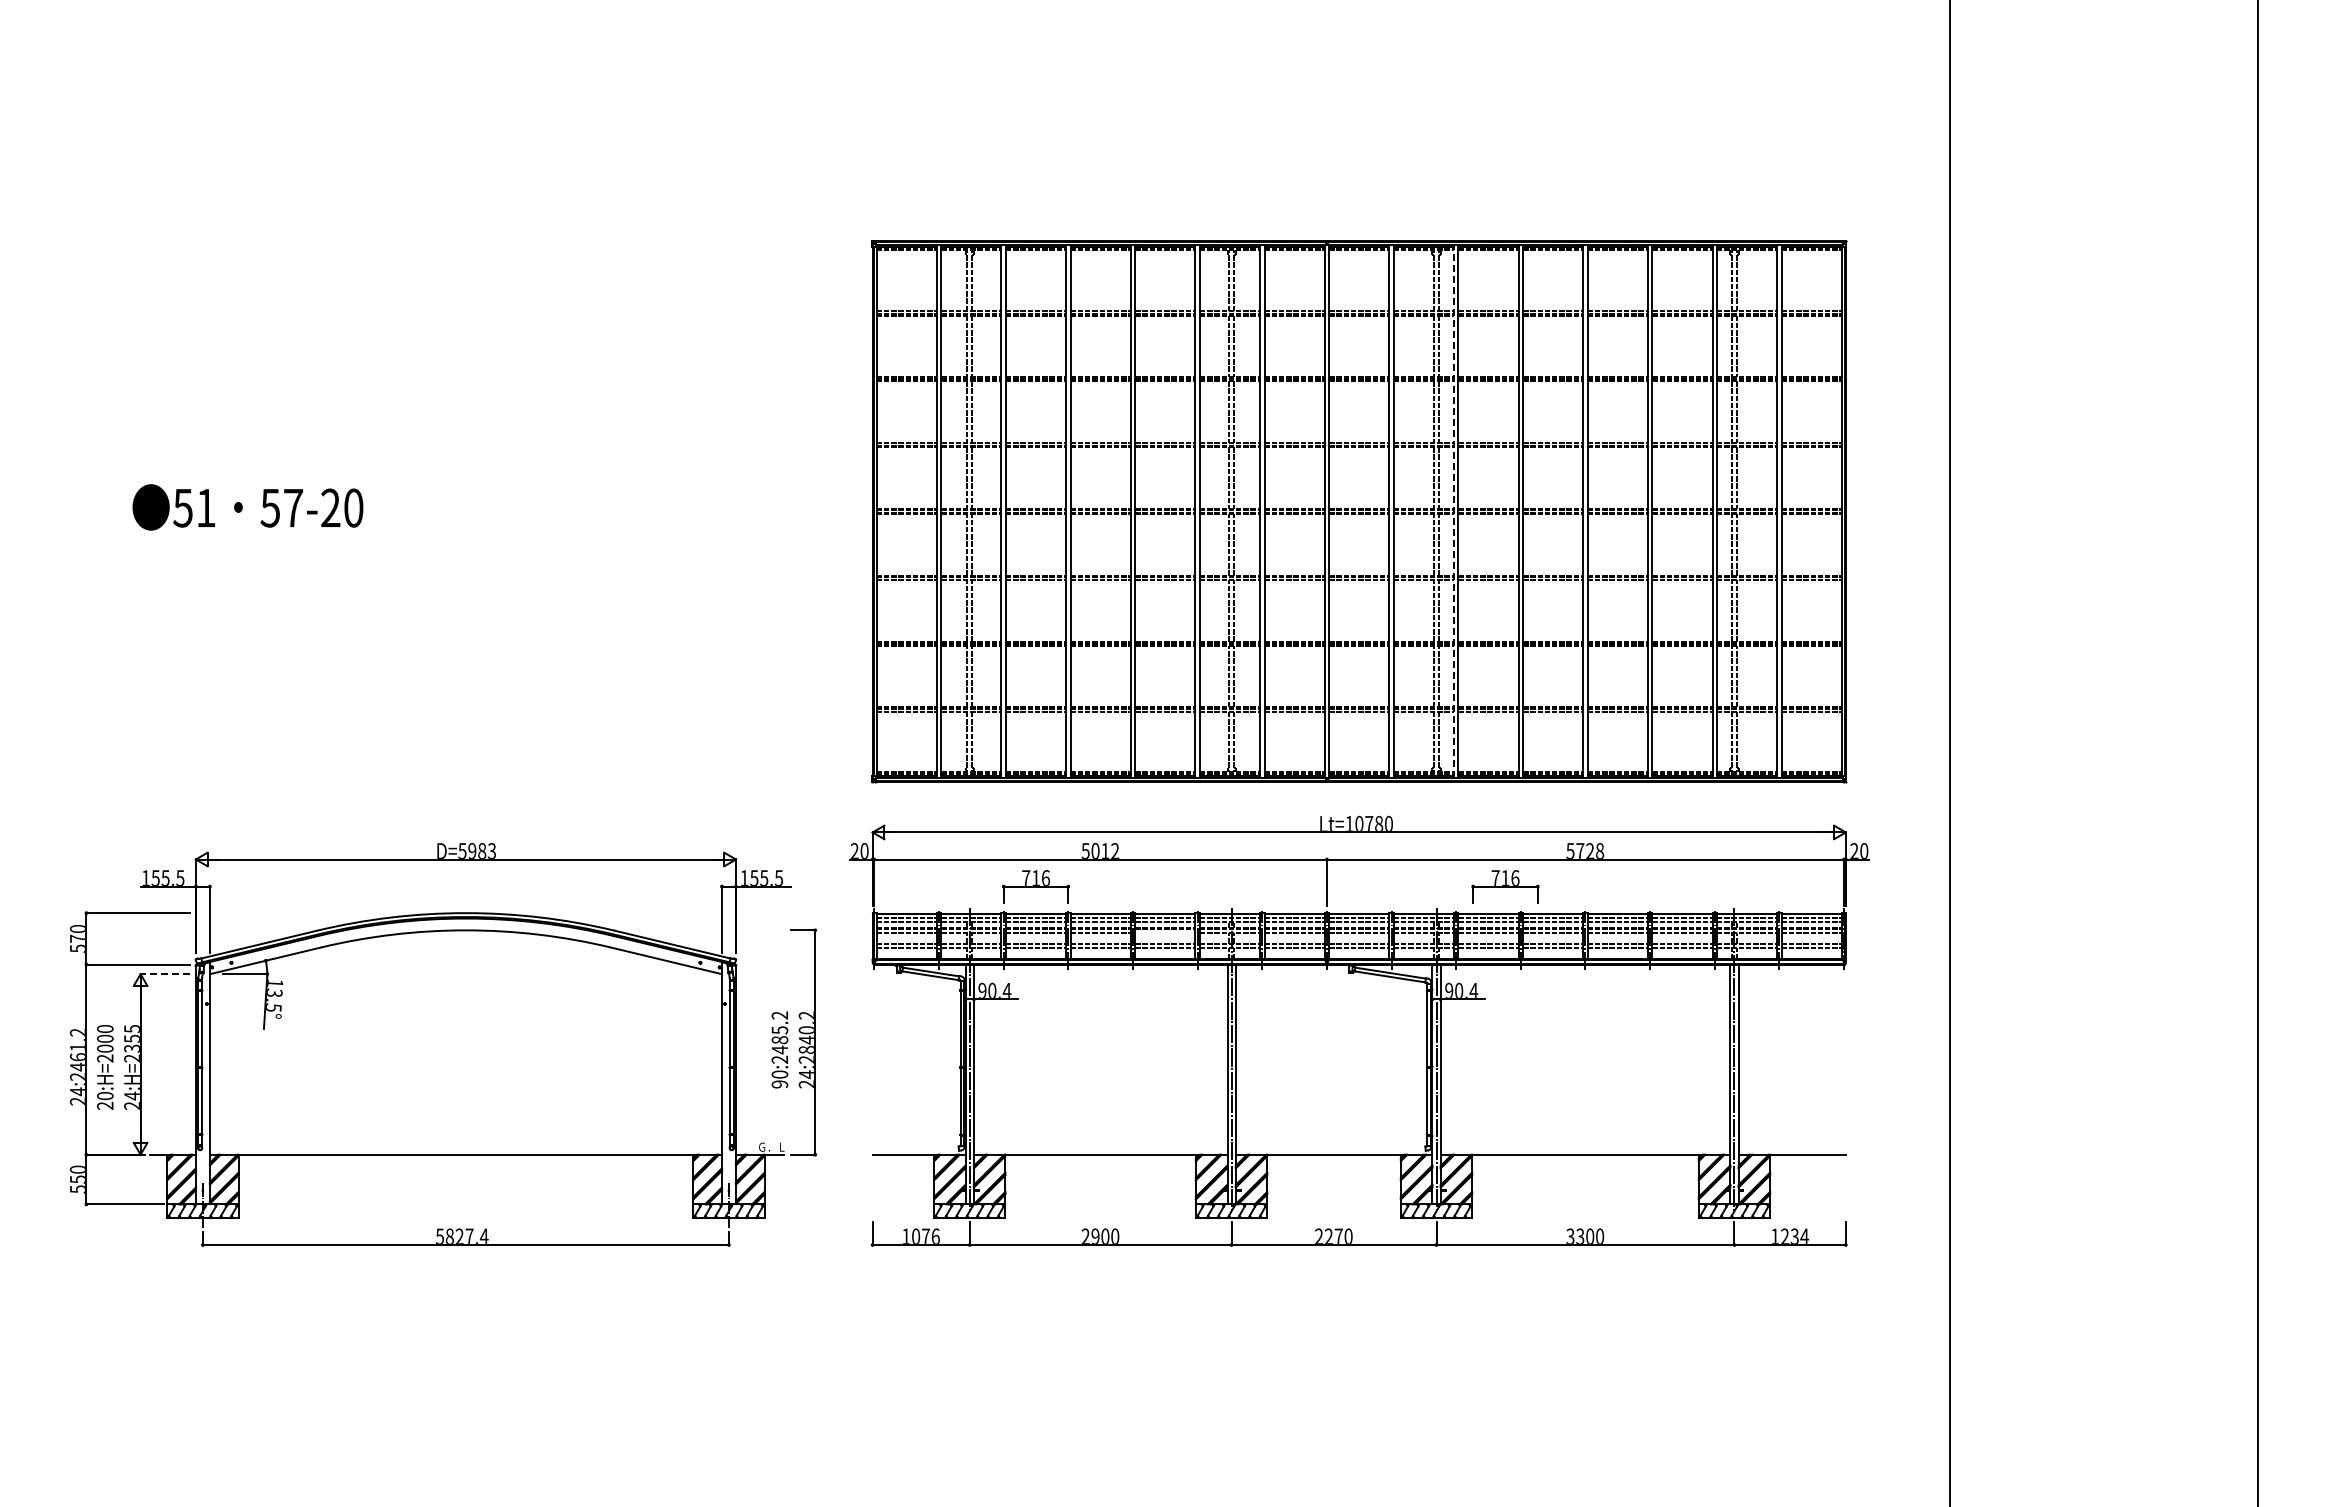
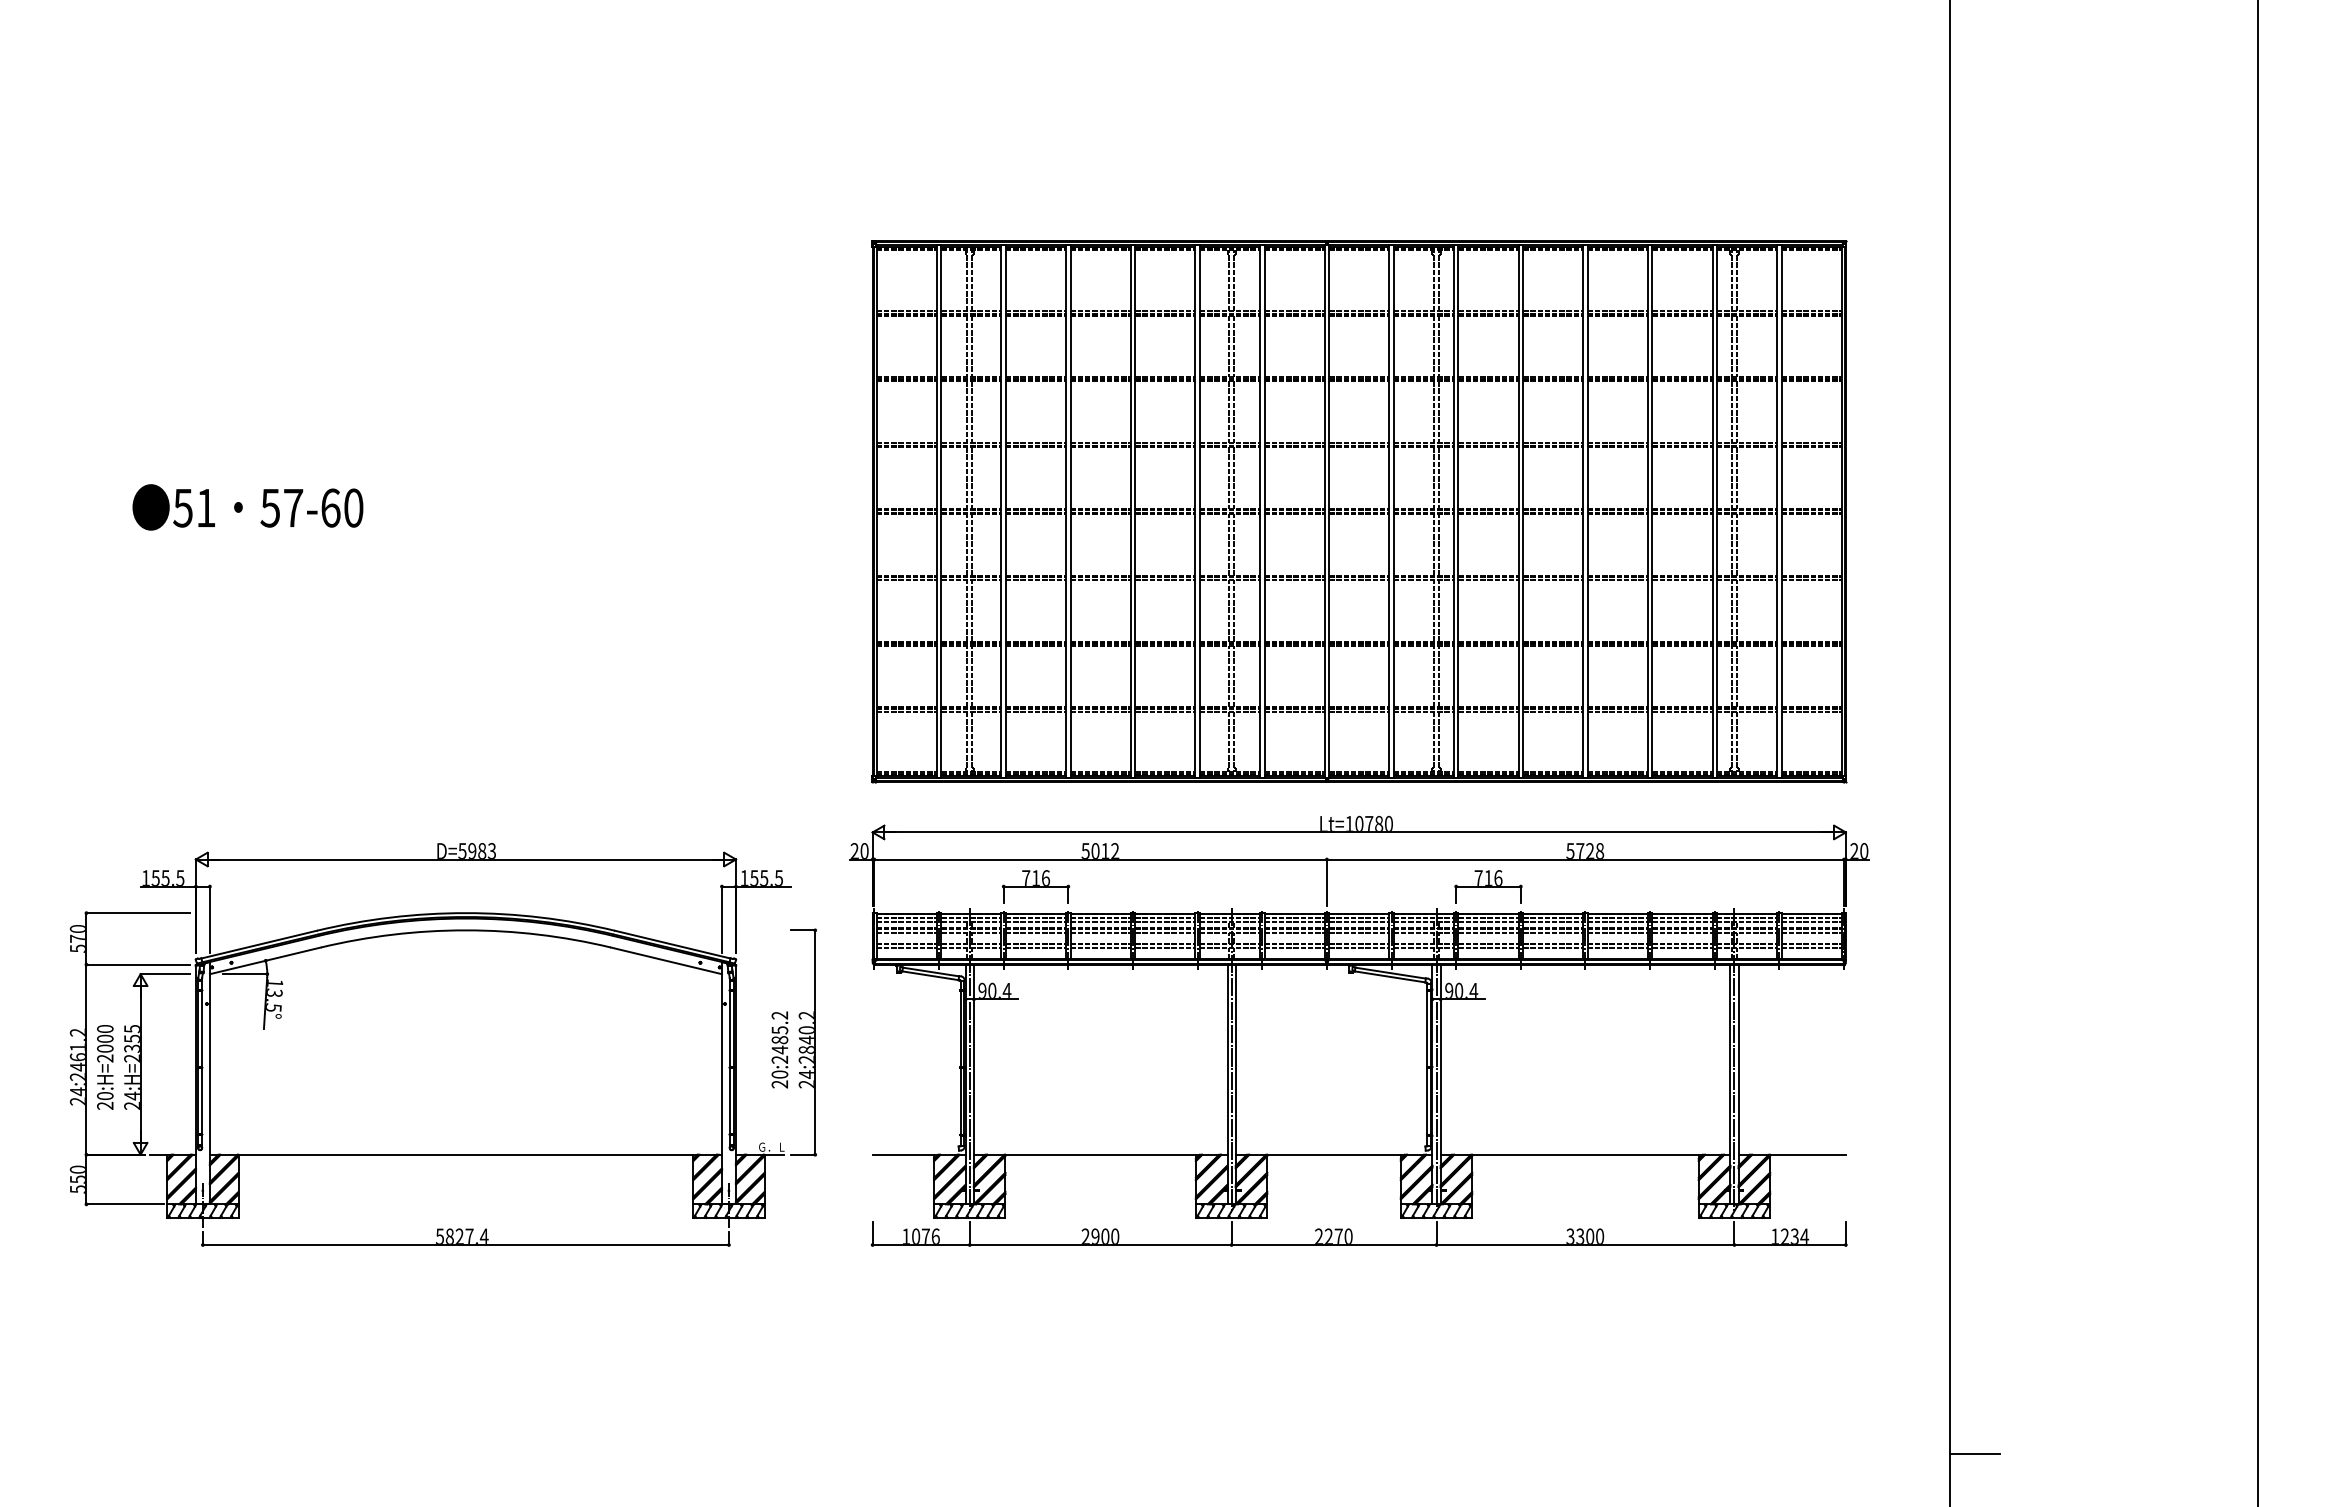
text at (330, 507): 57-20 -> 57-60
line at (1453, 511): dashed -> solid
part at (1505, 886) position: (1505, 886) -> (1488, 886)
line at (1165, 932): none -> present
line at (165, 974): dashed -> solid
text at (780, 1084): 90:2485.2 -> 20:2485.2
line at (1974, 1454): none -> present
